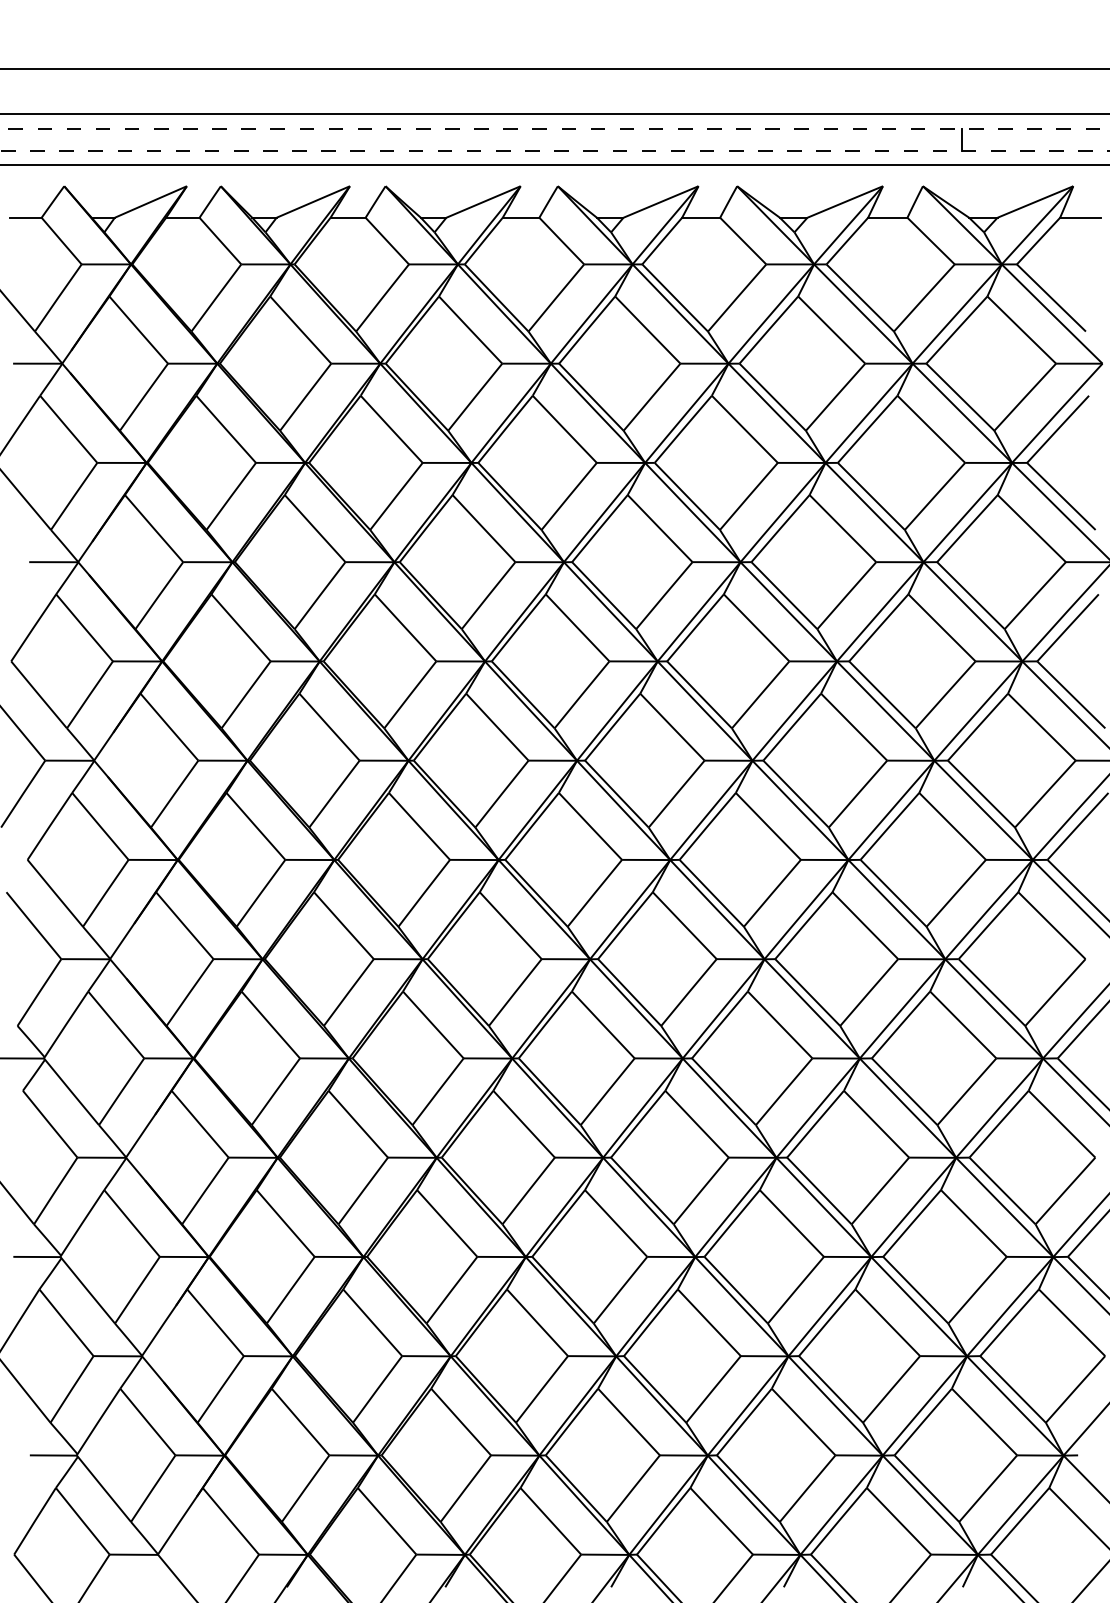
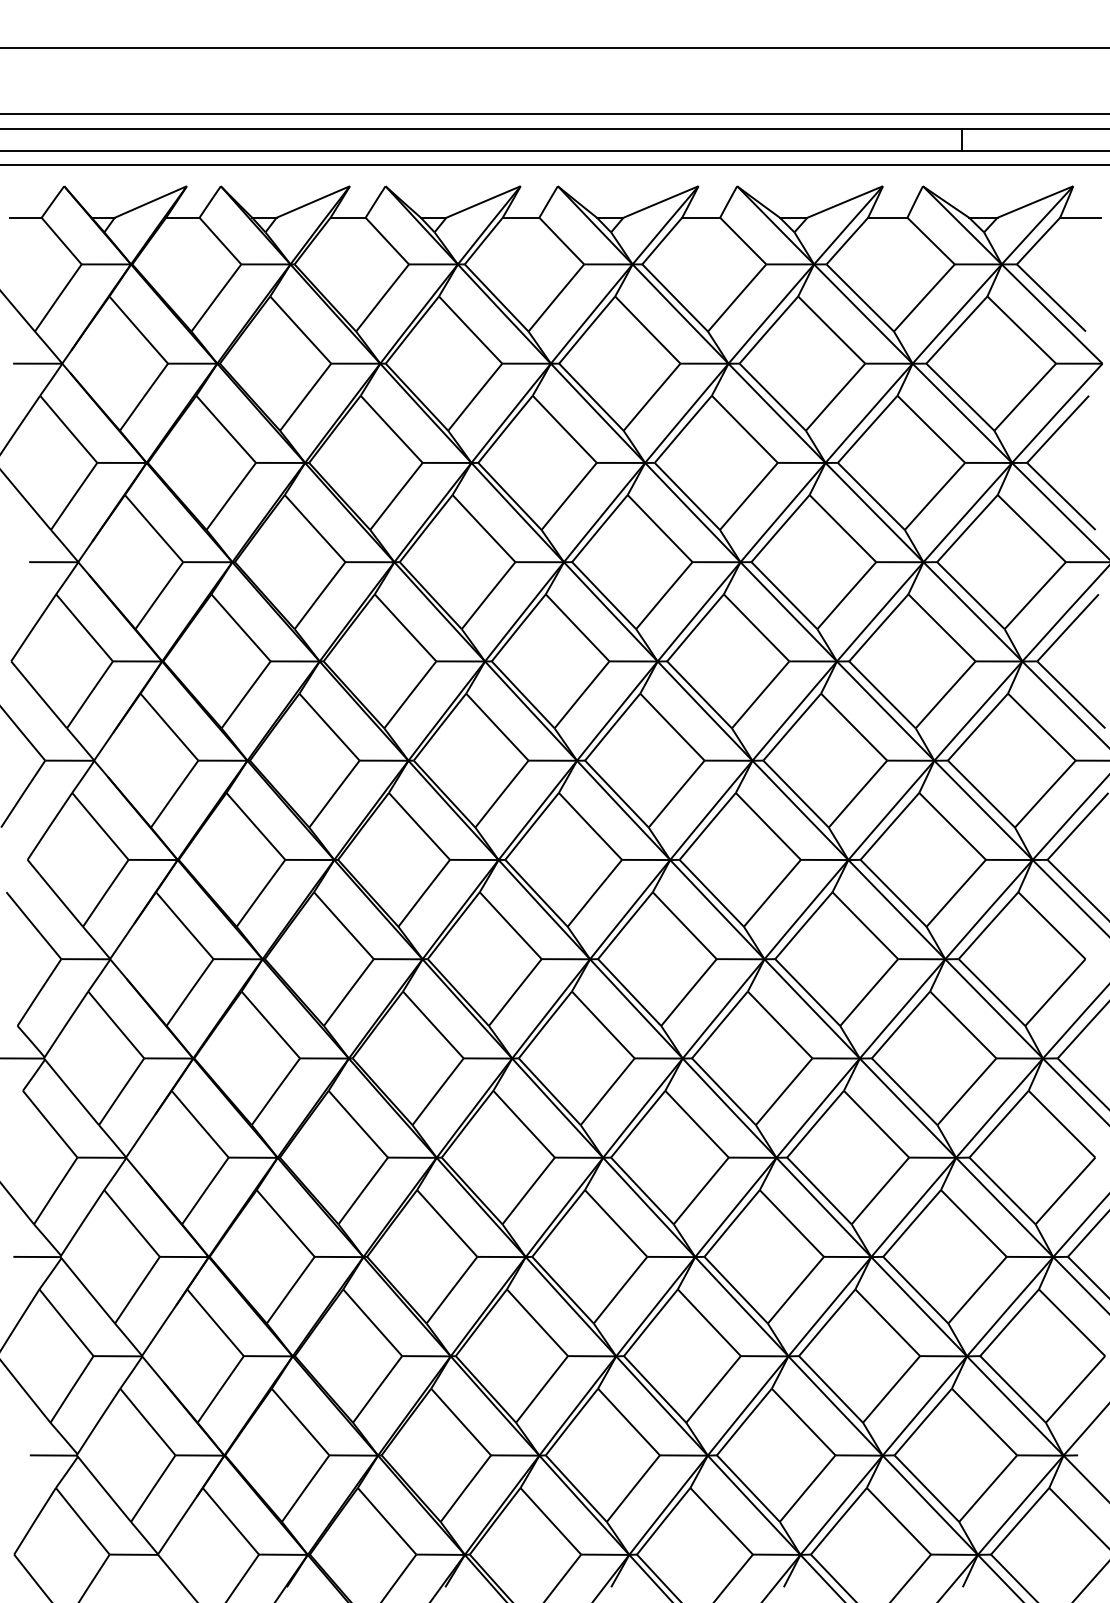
line at (554, 69) position: (554, 69) -> (554, 48)
line at (555, 128): dashed -> solid
line at (554, 150): dashed -> solid
